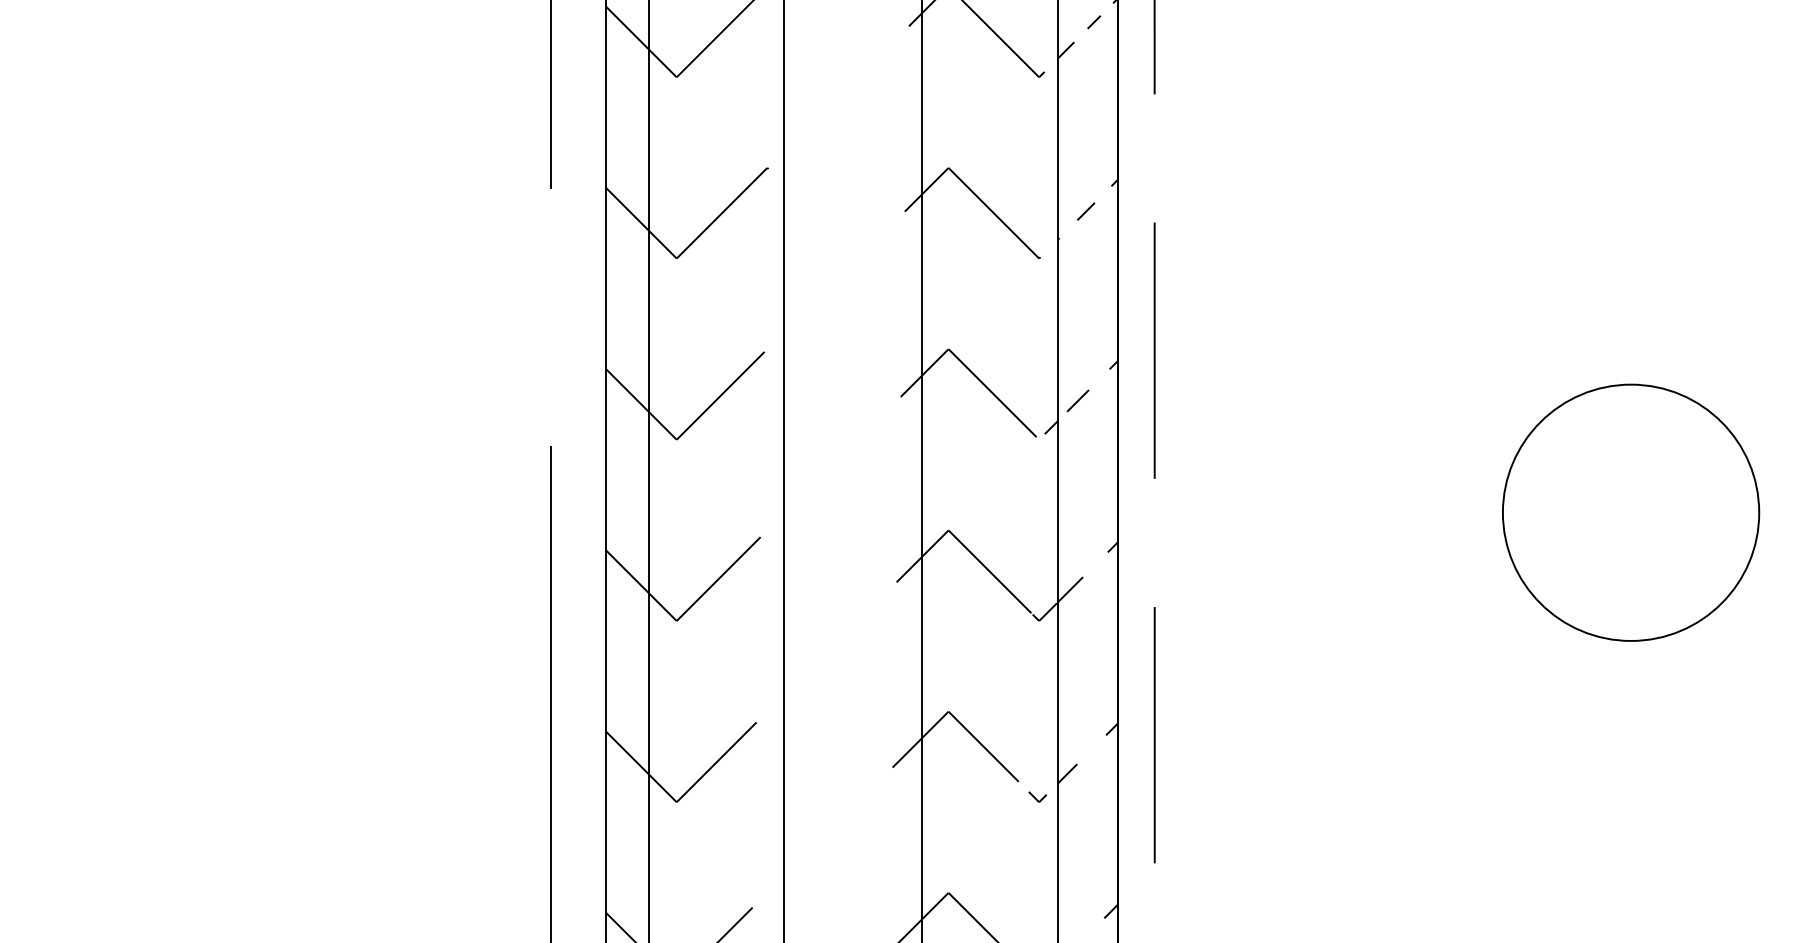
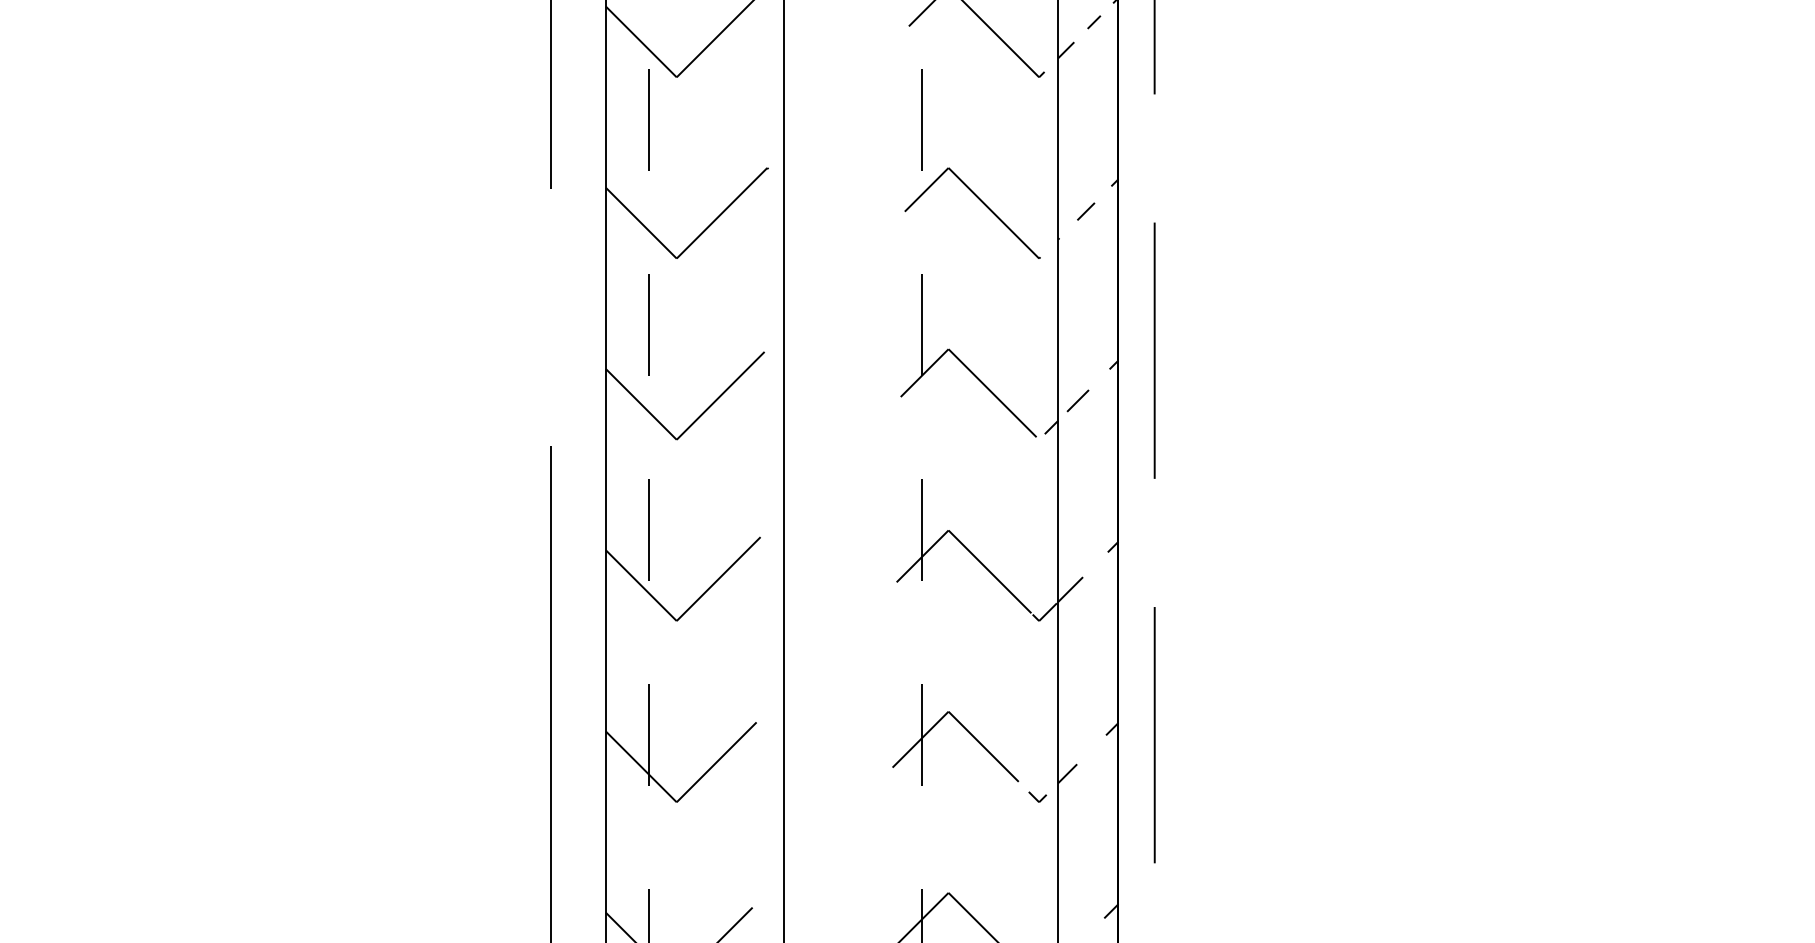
line at (921, 471): solid -> dashed
line at (649, 472): solid -> dashed
circle at (1631, 512): present -> none
